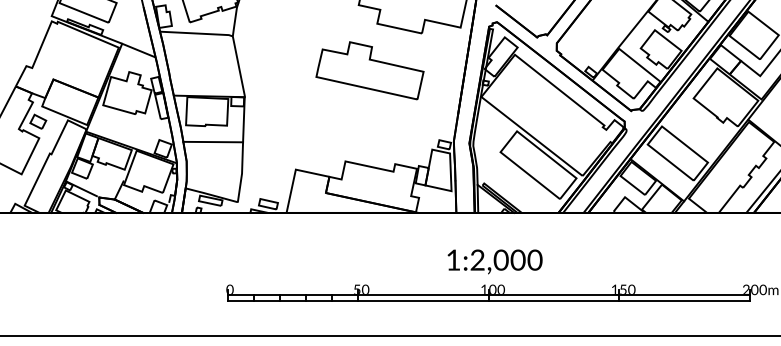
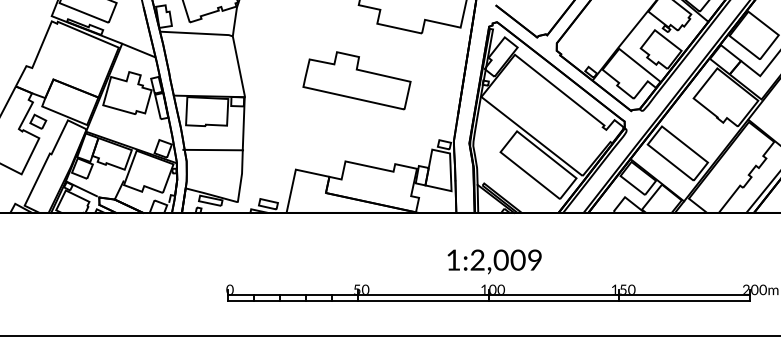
part at (369, 70) position: (369, 70) -> (356, 80)
line at (213, 141) position: (213, 141) -> (213, 149)
text at (534, 260): 1:2,000 -> 1:2,009
